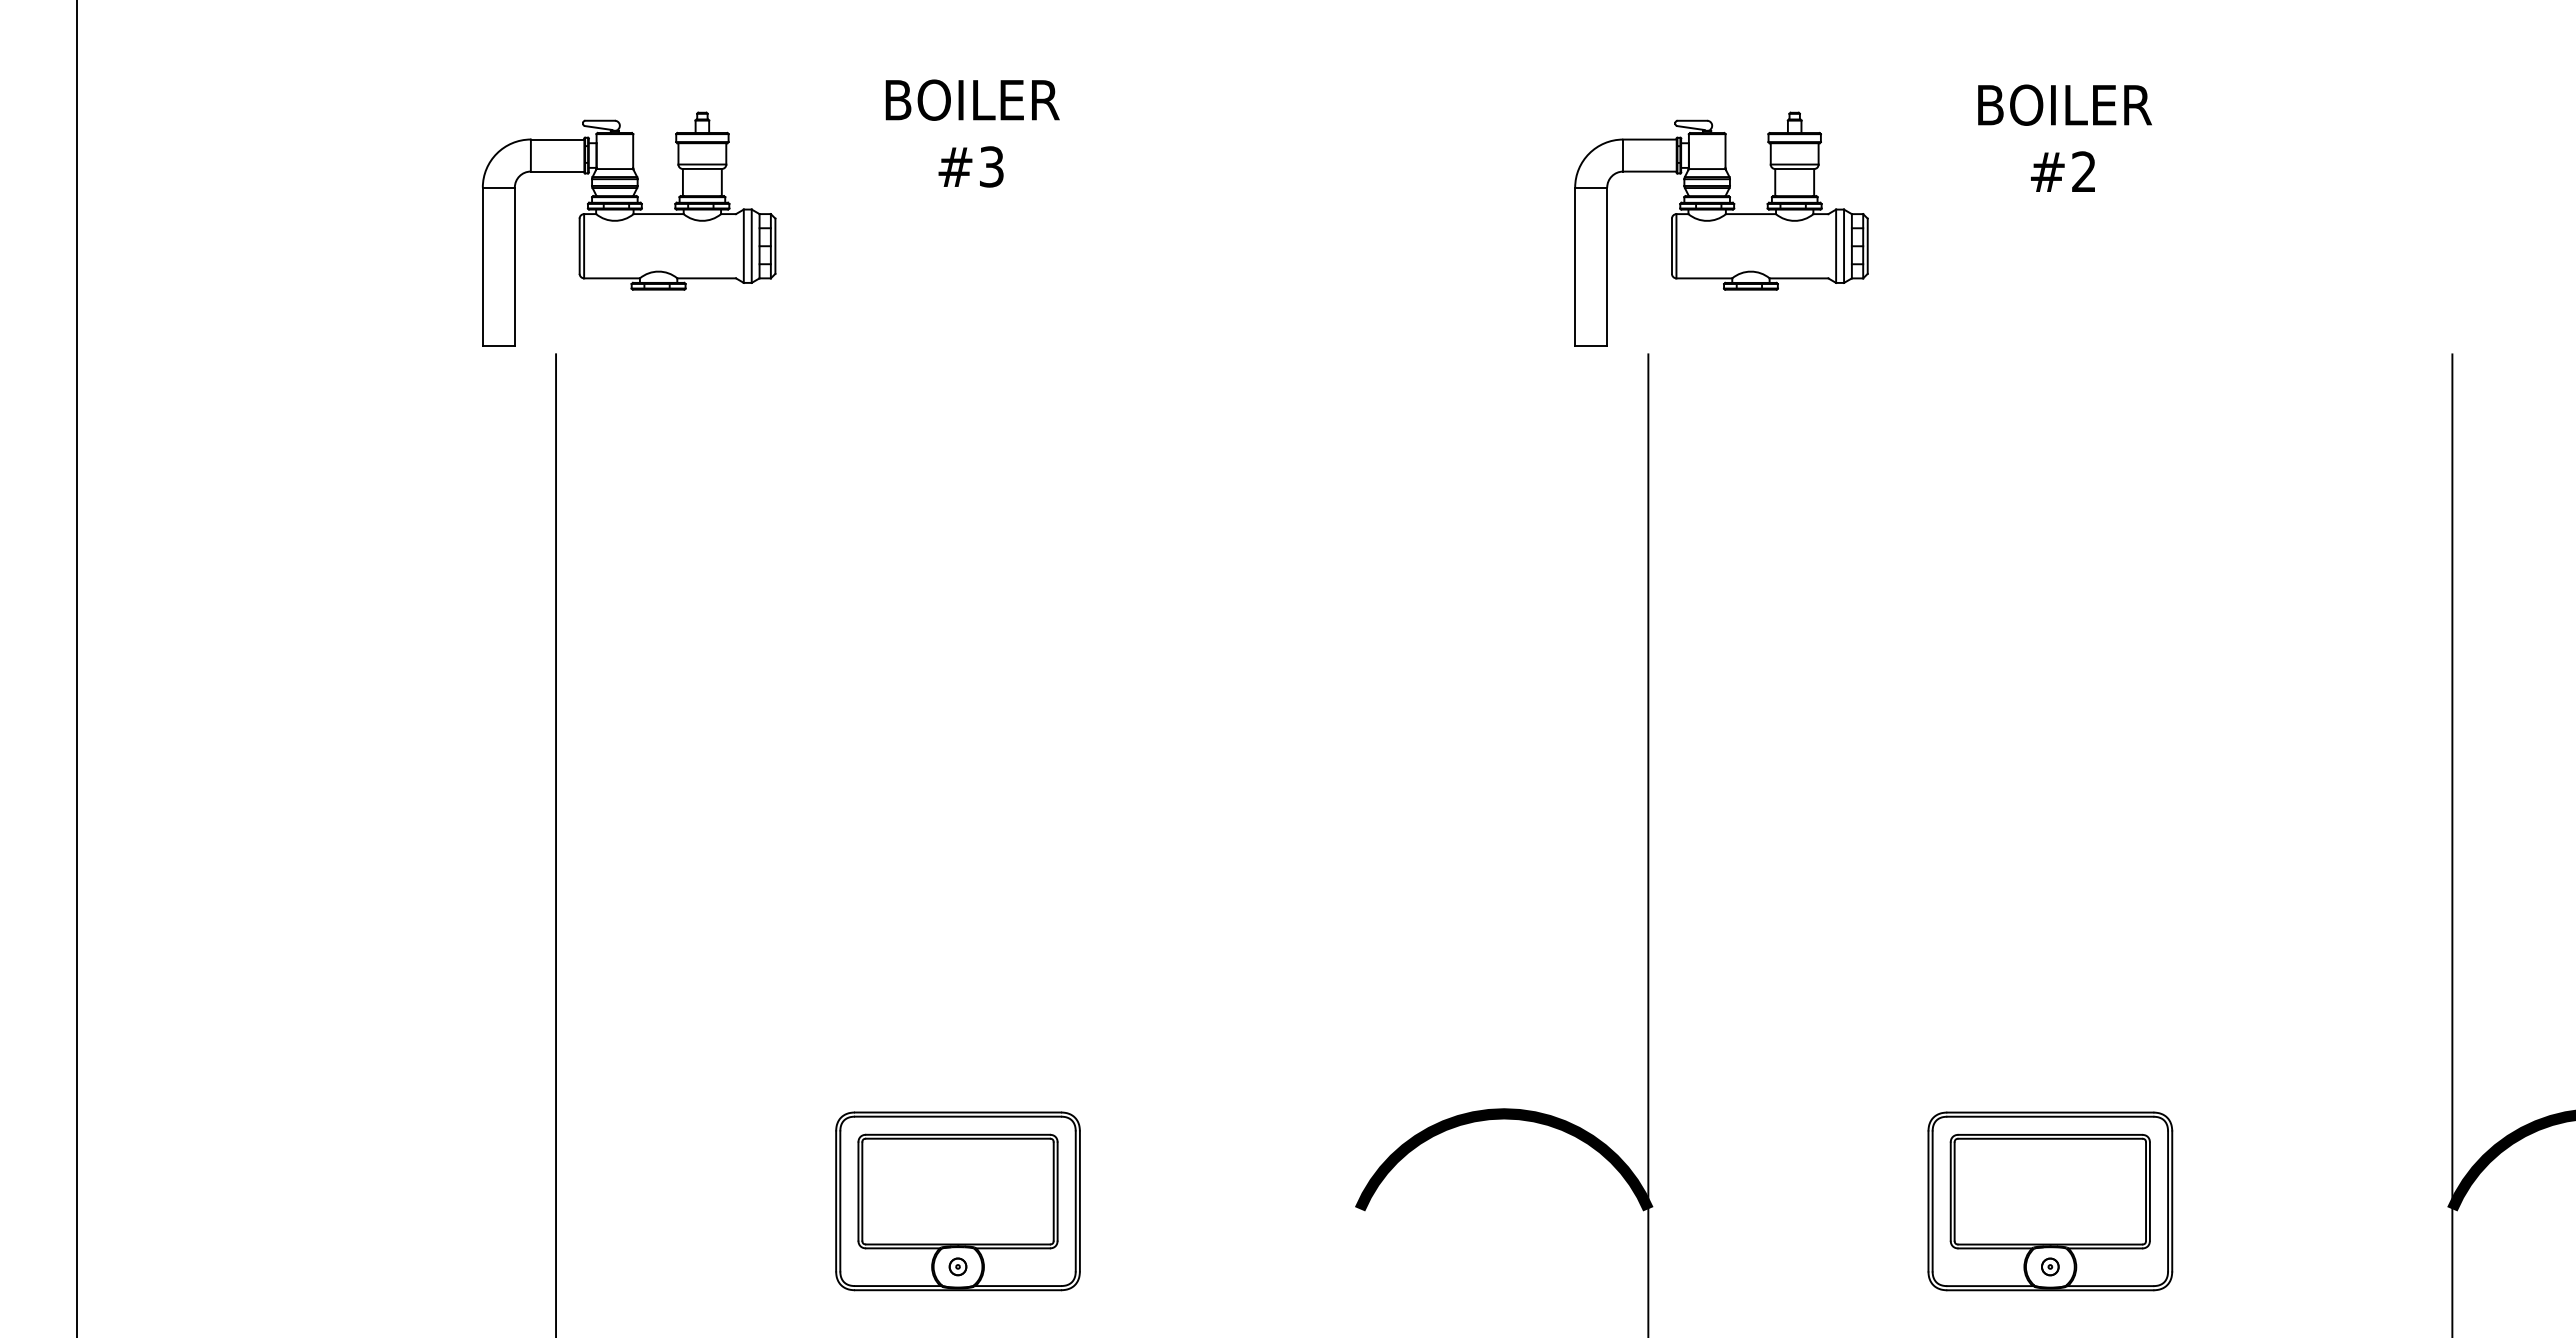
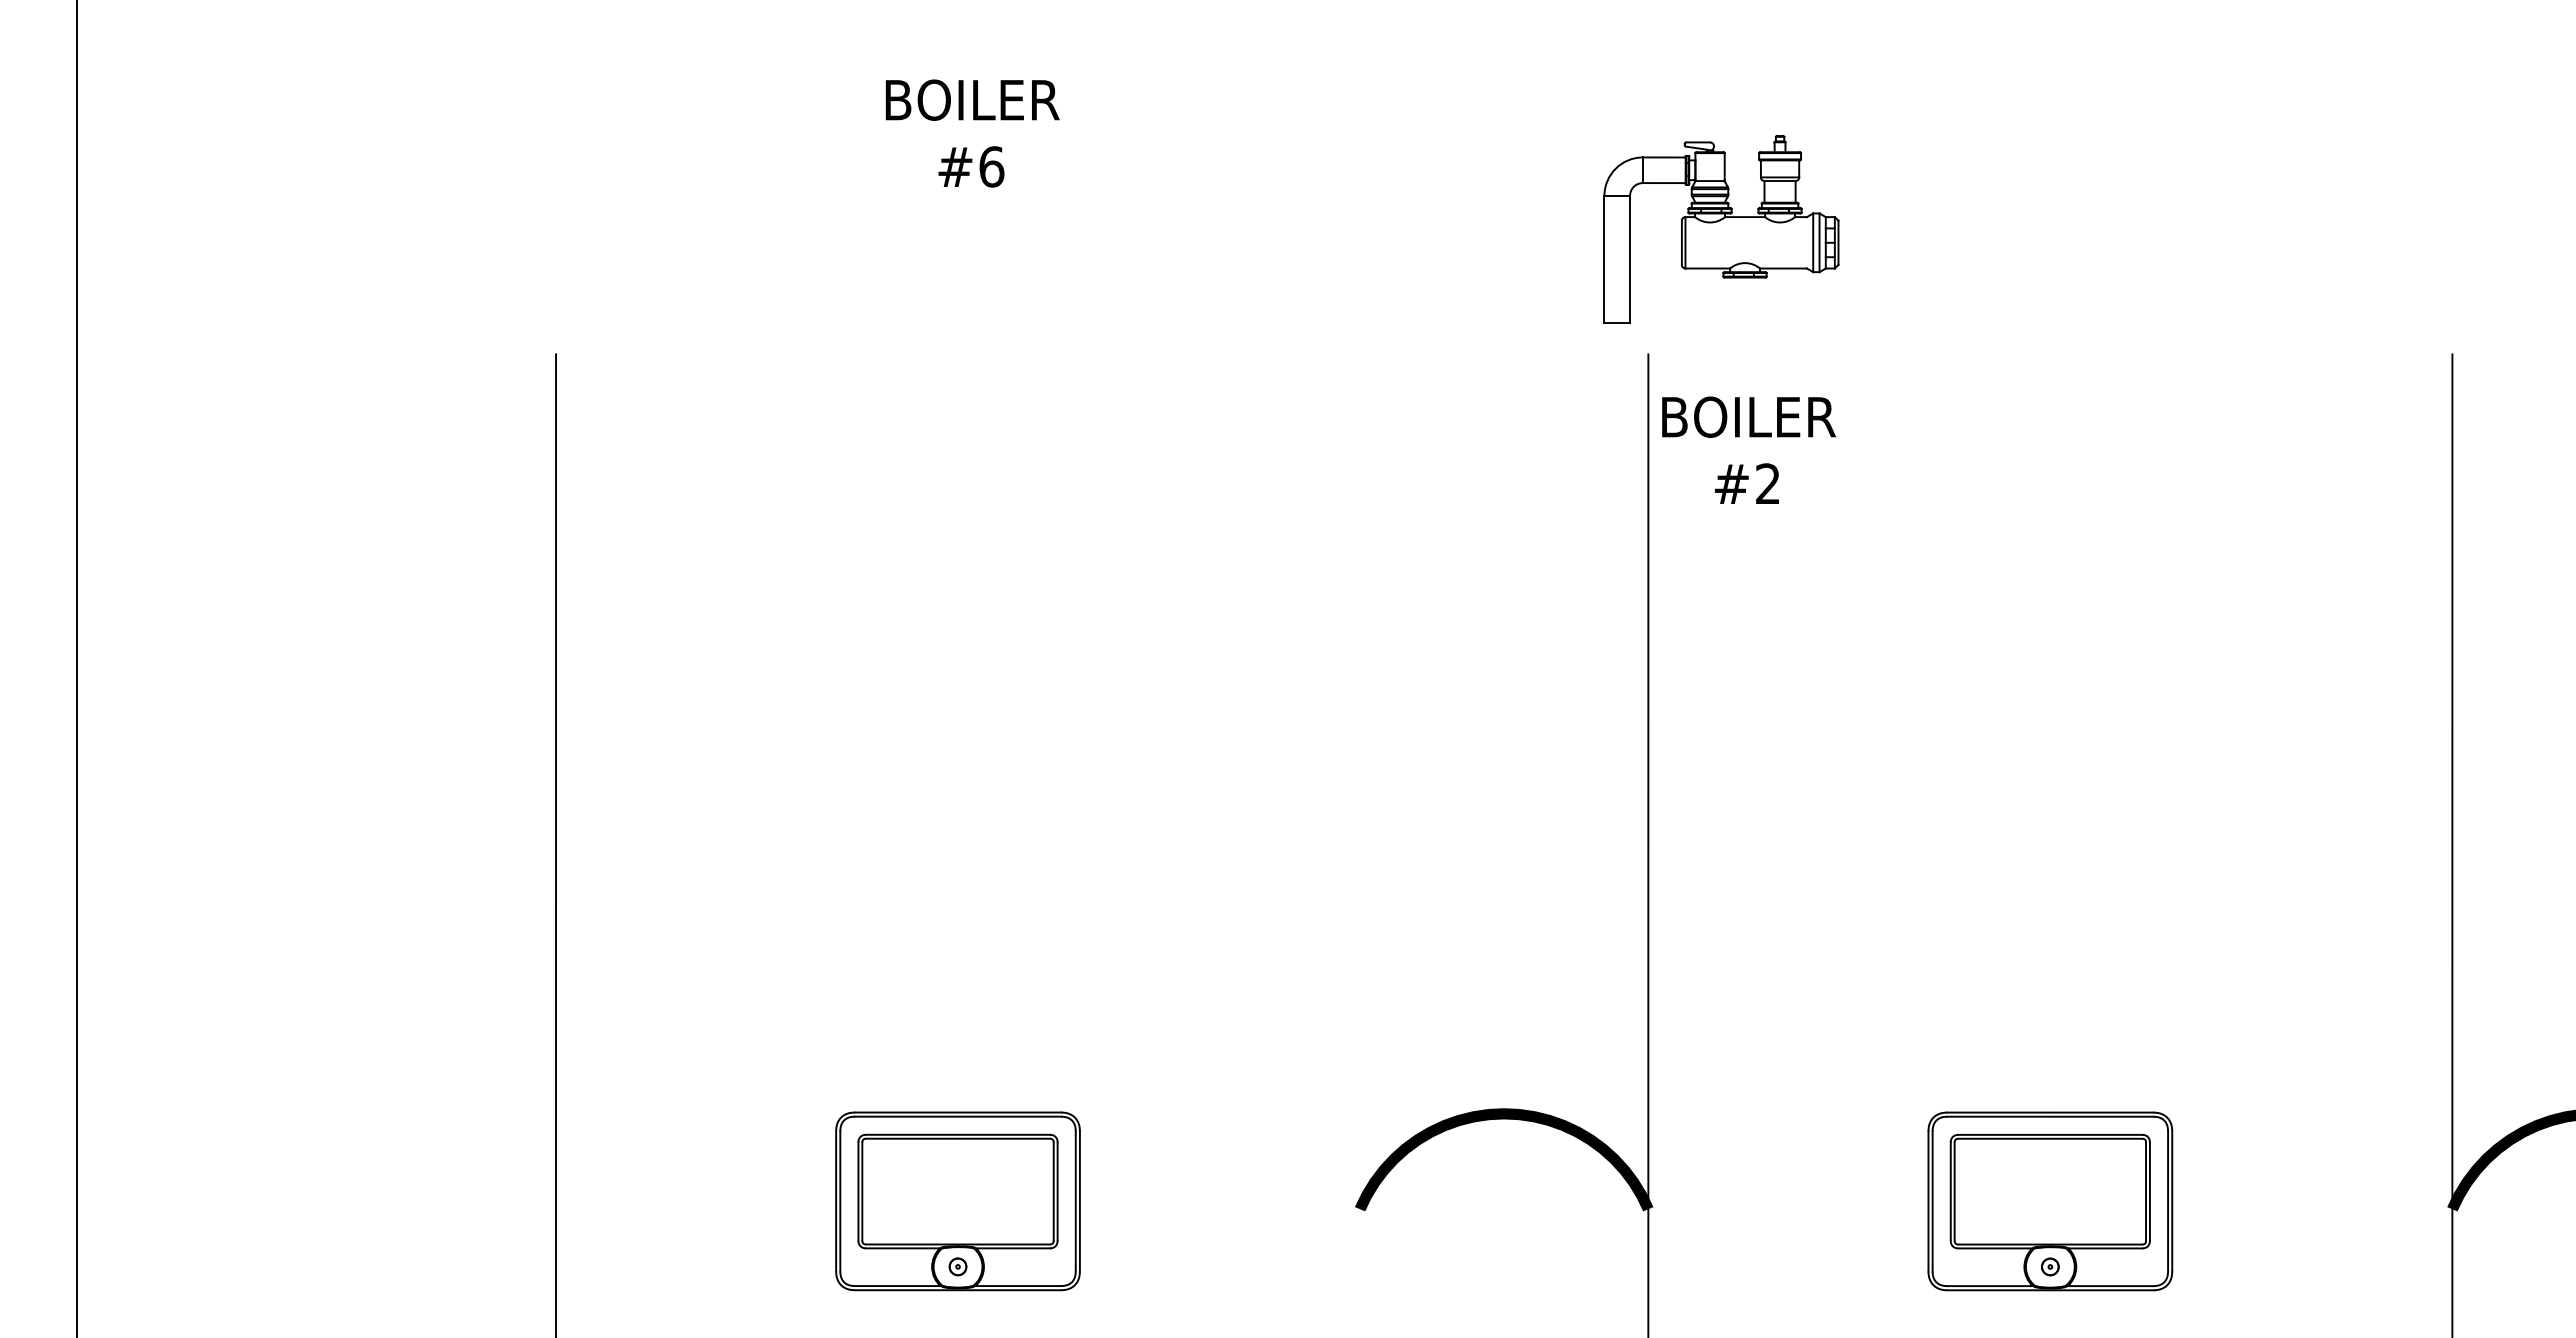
text at (2064, 137) position: (2064, 137) -> (1748, 449)
text at (991, 166): #3 -> #6
part at (629, 228): present -> none
part at (1721, 228) size: 295x236 px -> 237x189 px
